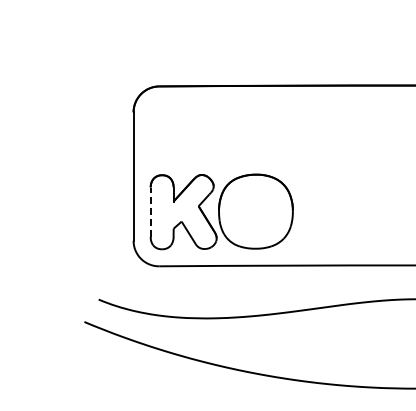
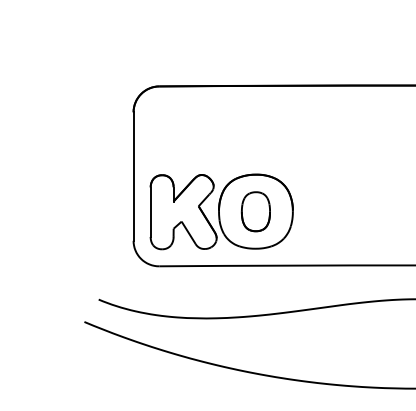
part at (255, 211): none -> present
line at (150, 212): dashed -> solid
